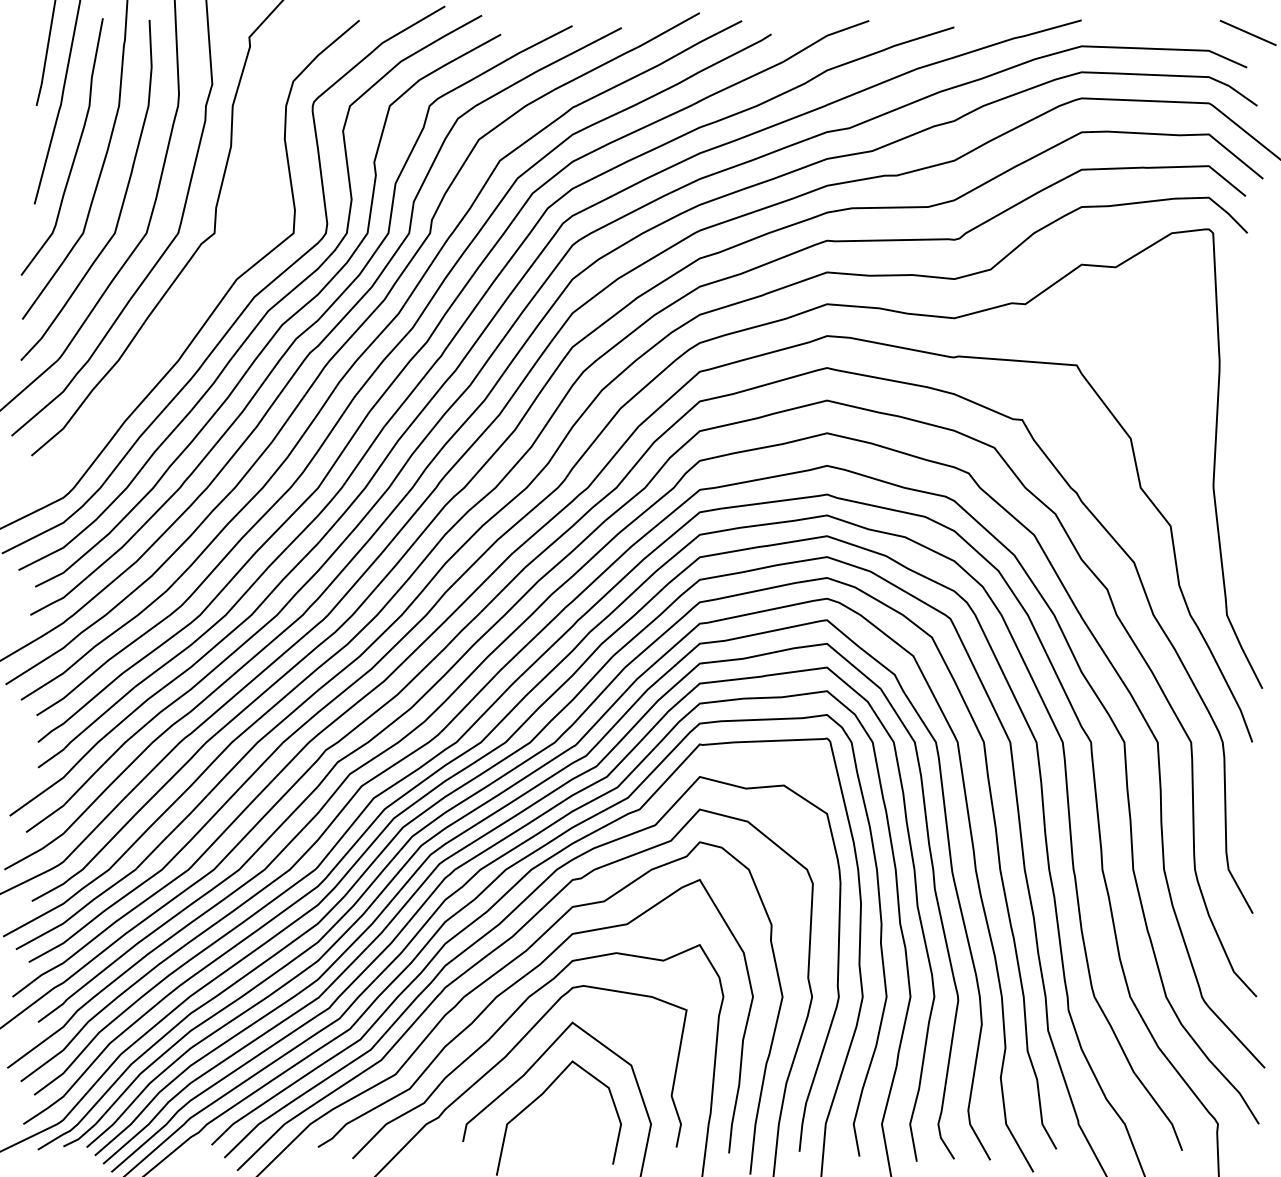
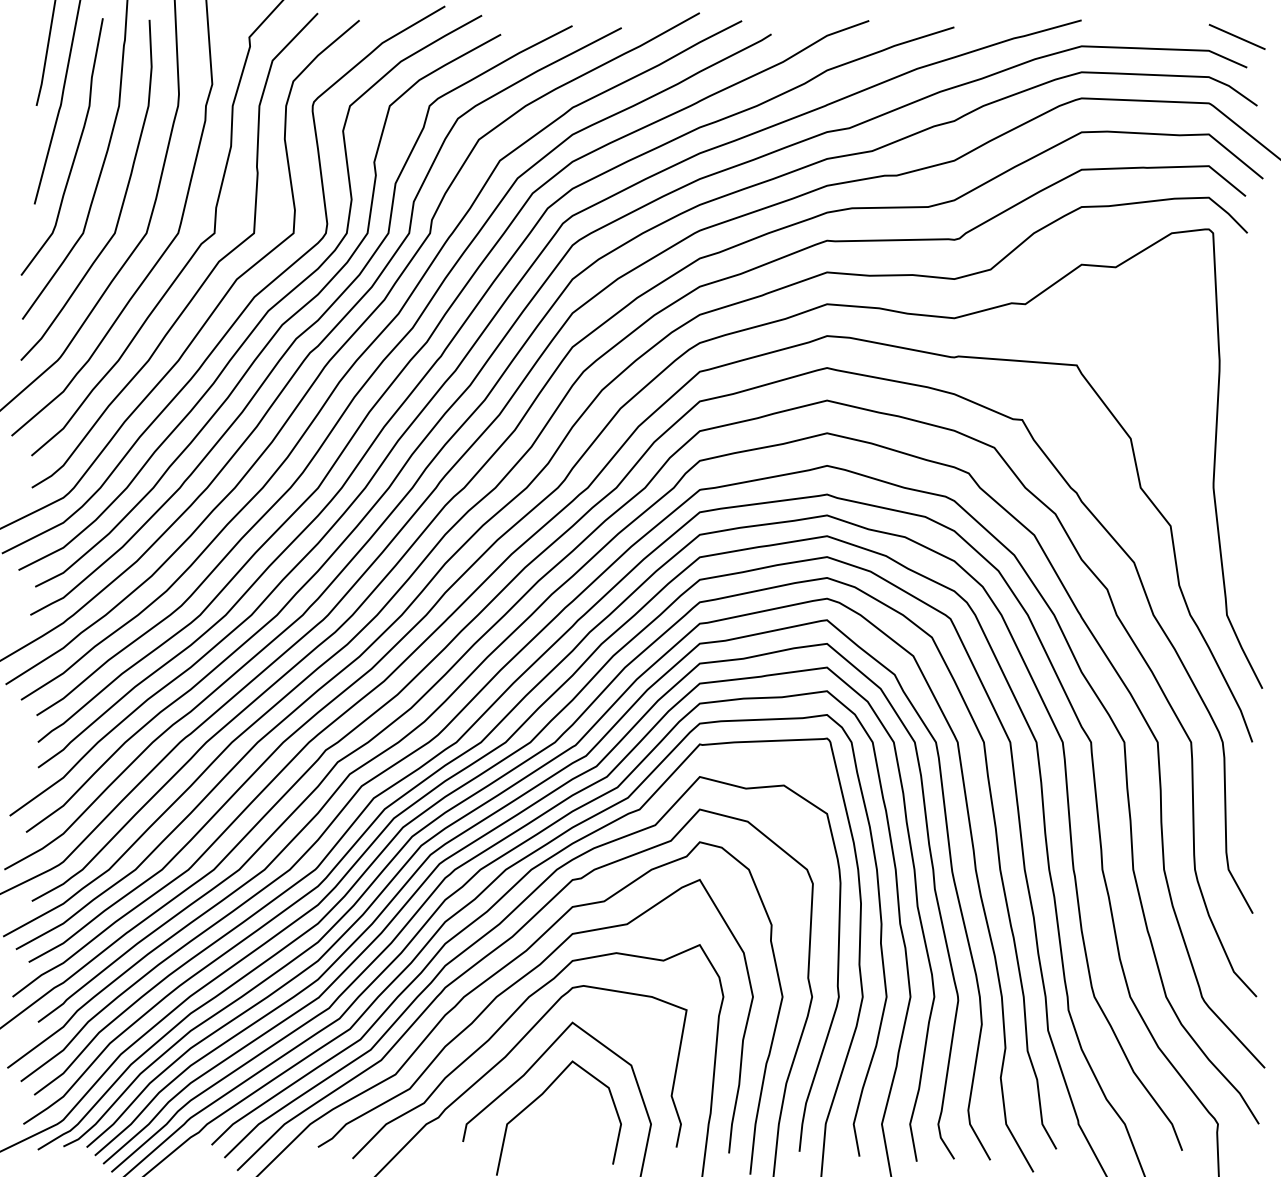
line at (1247, 32) position: (1247, 32) -> (1236, 36)
curve at (207, 275): none -> present
